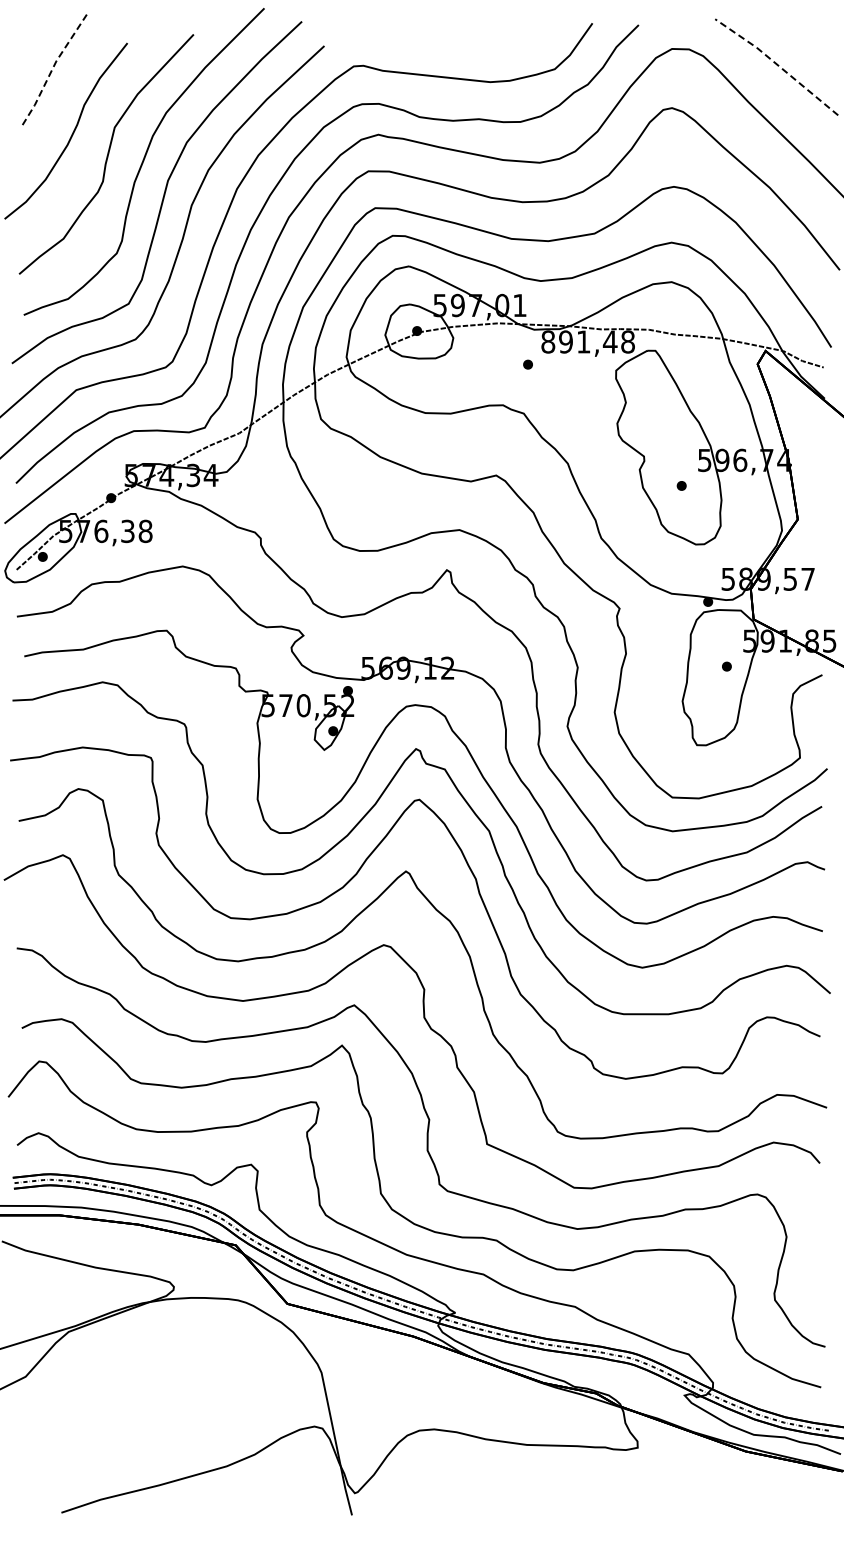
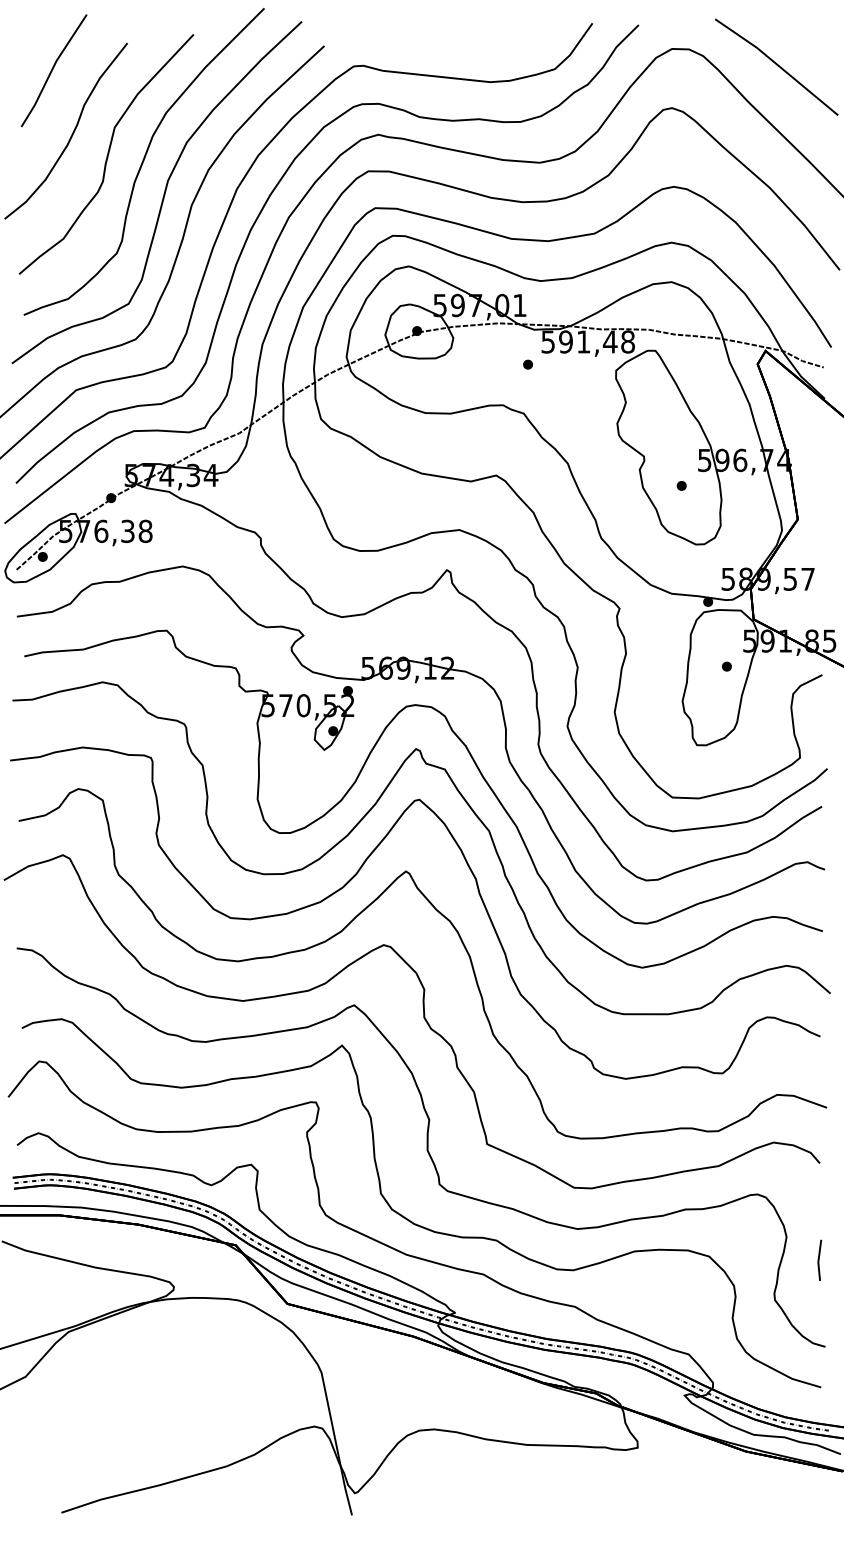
line at (777, 64): dashed -> solid
line at (52, 69): dashed -> solid
text at (548, 341): 891,48 -> 591,48
line at (819, 1259): none -> present
